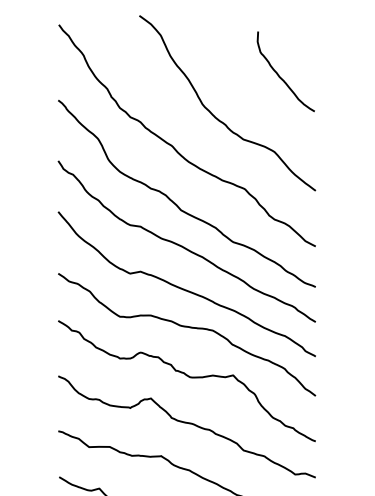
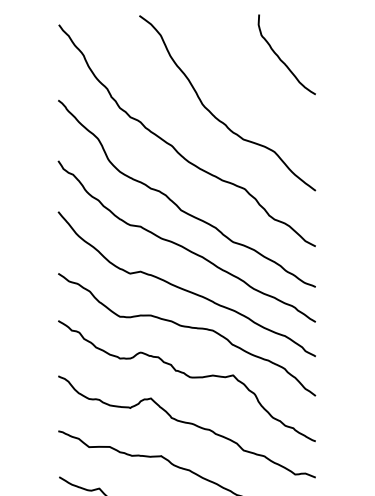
curve at (280, 76) position: (280, 76) -> (281, 59)
